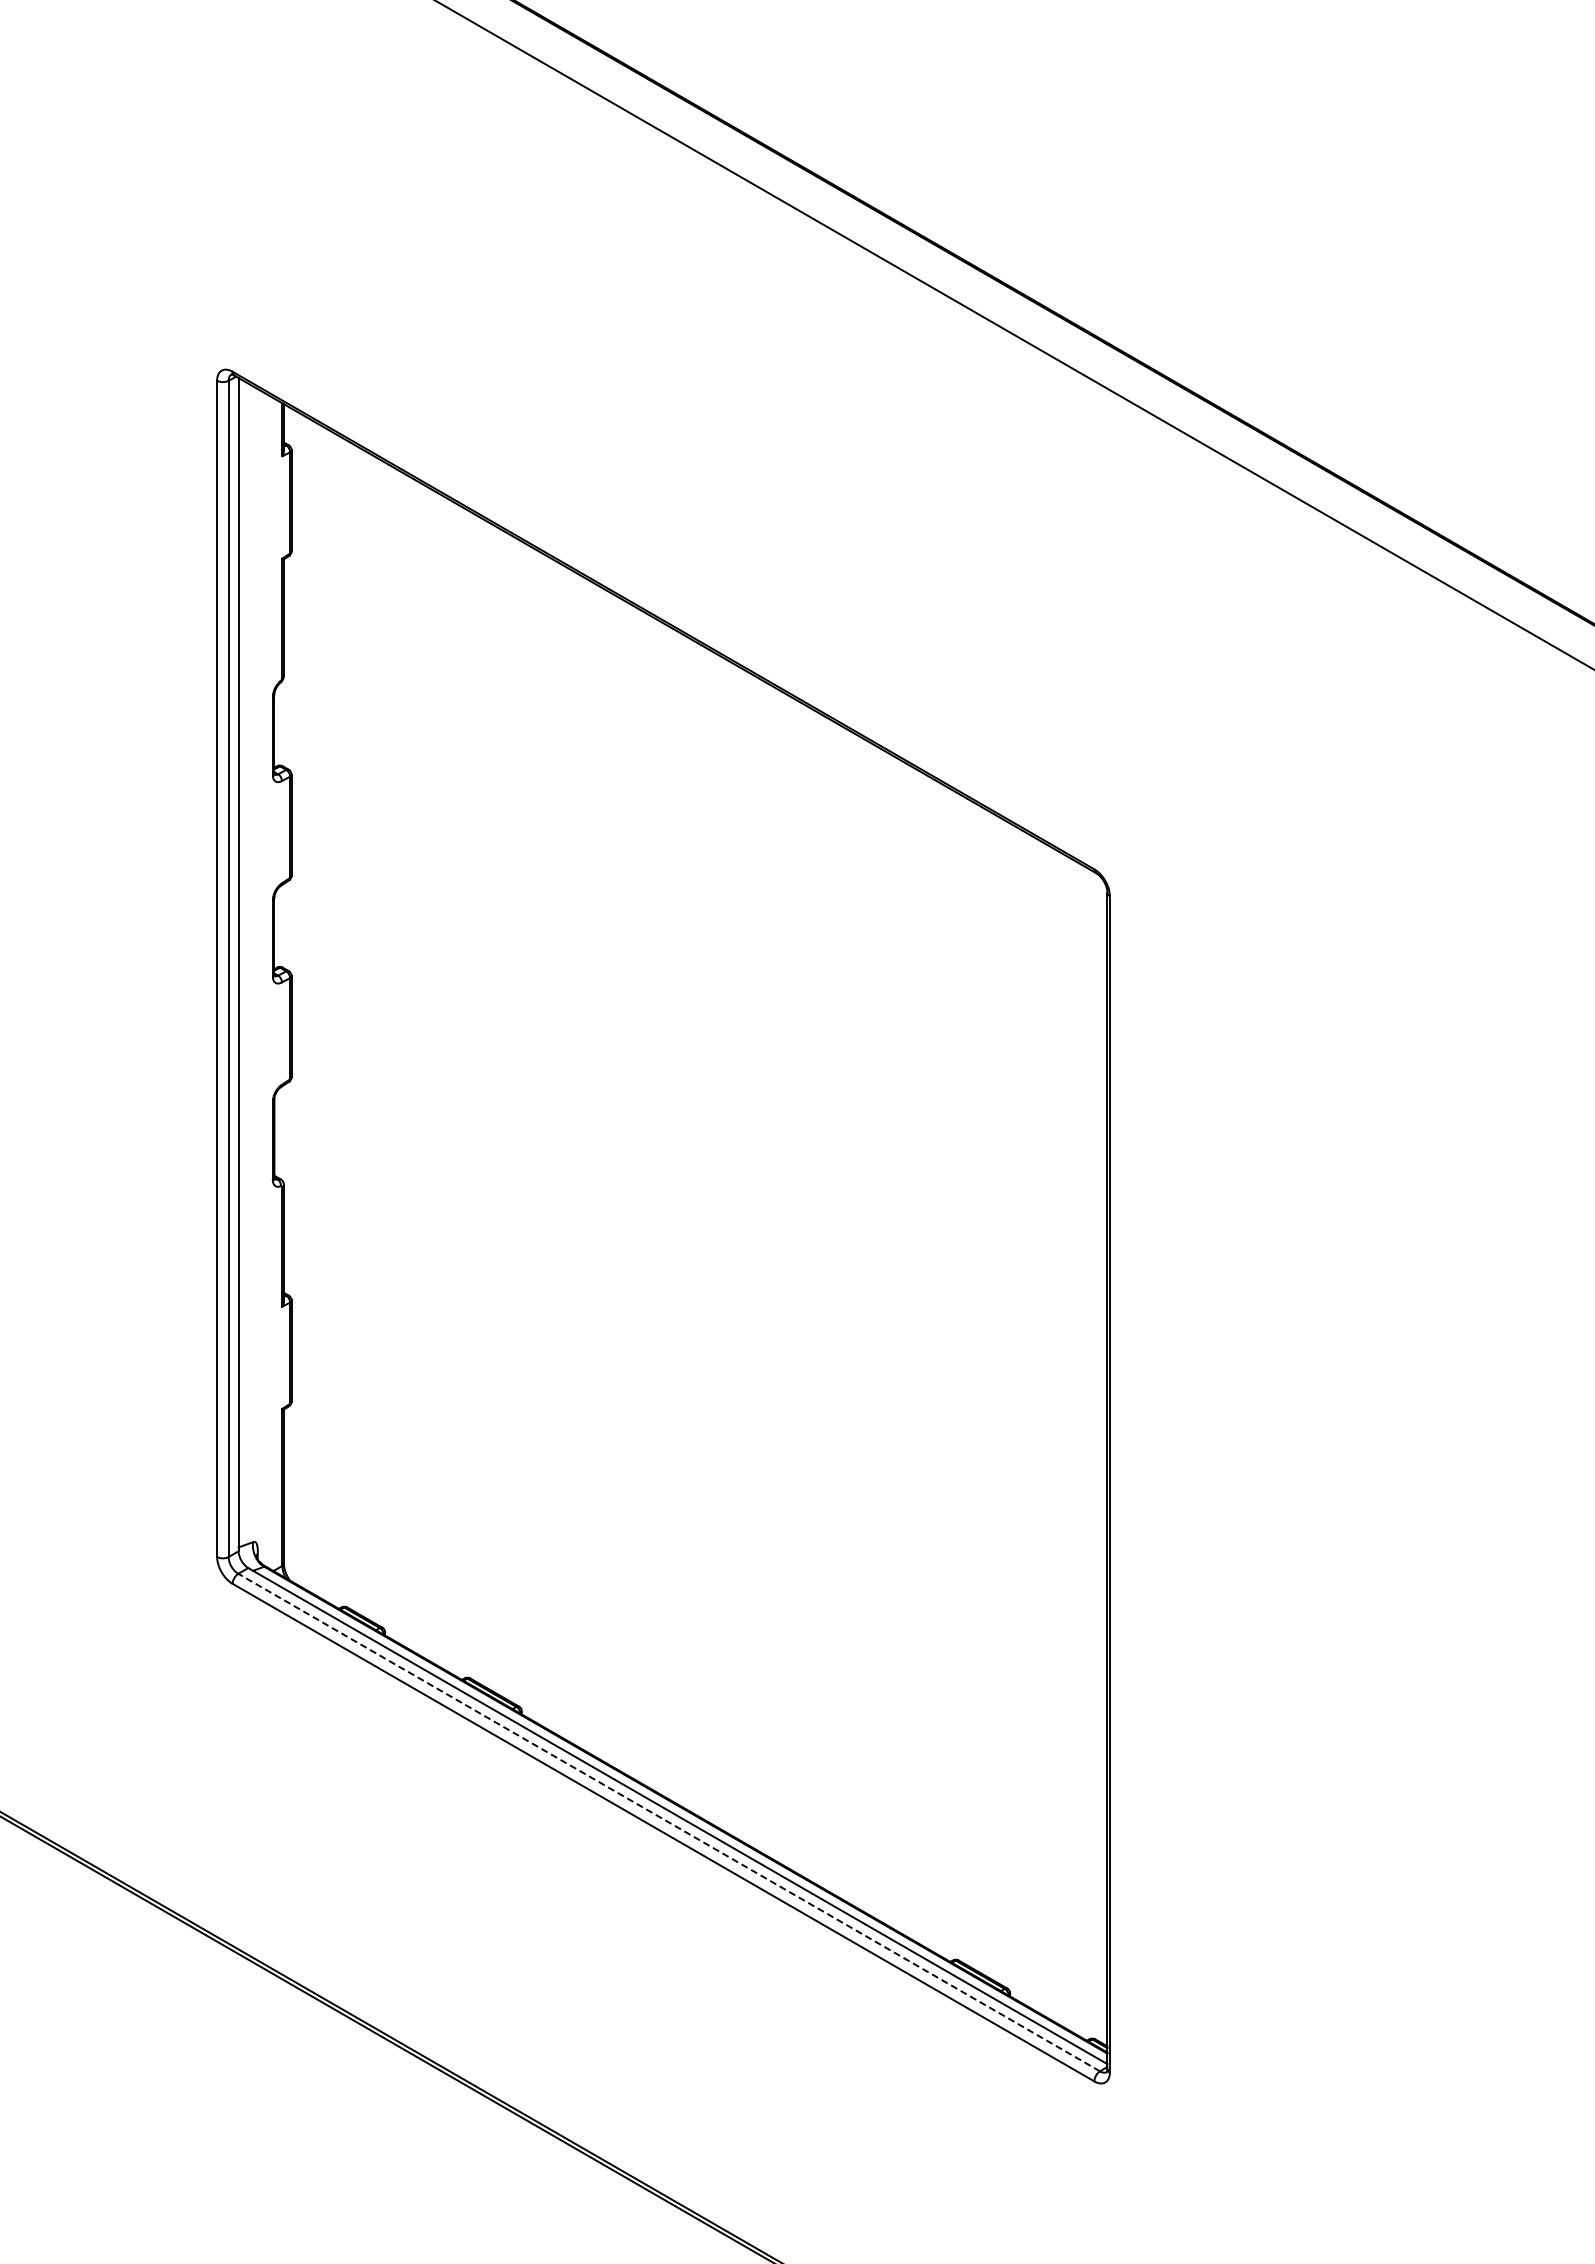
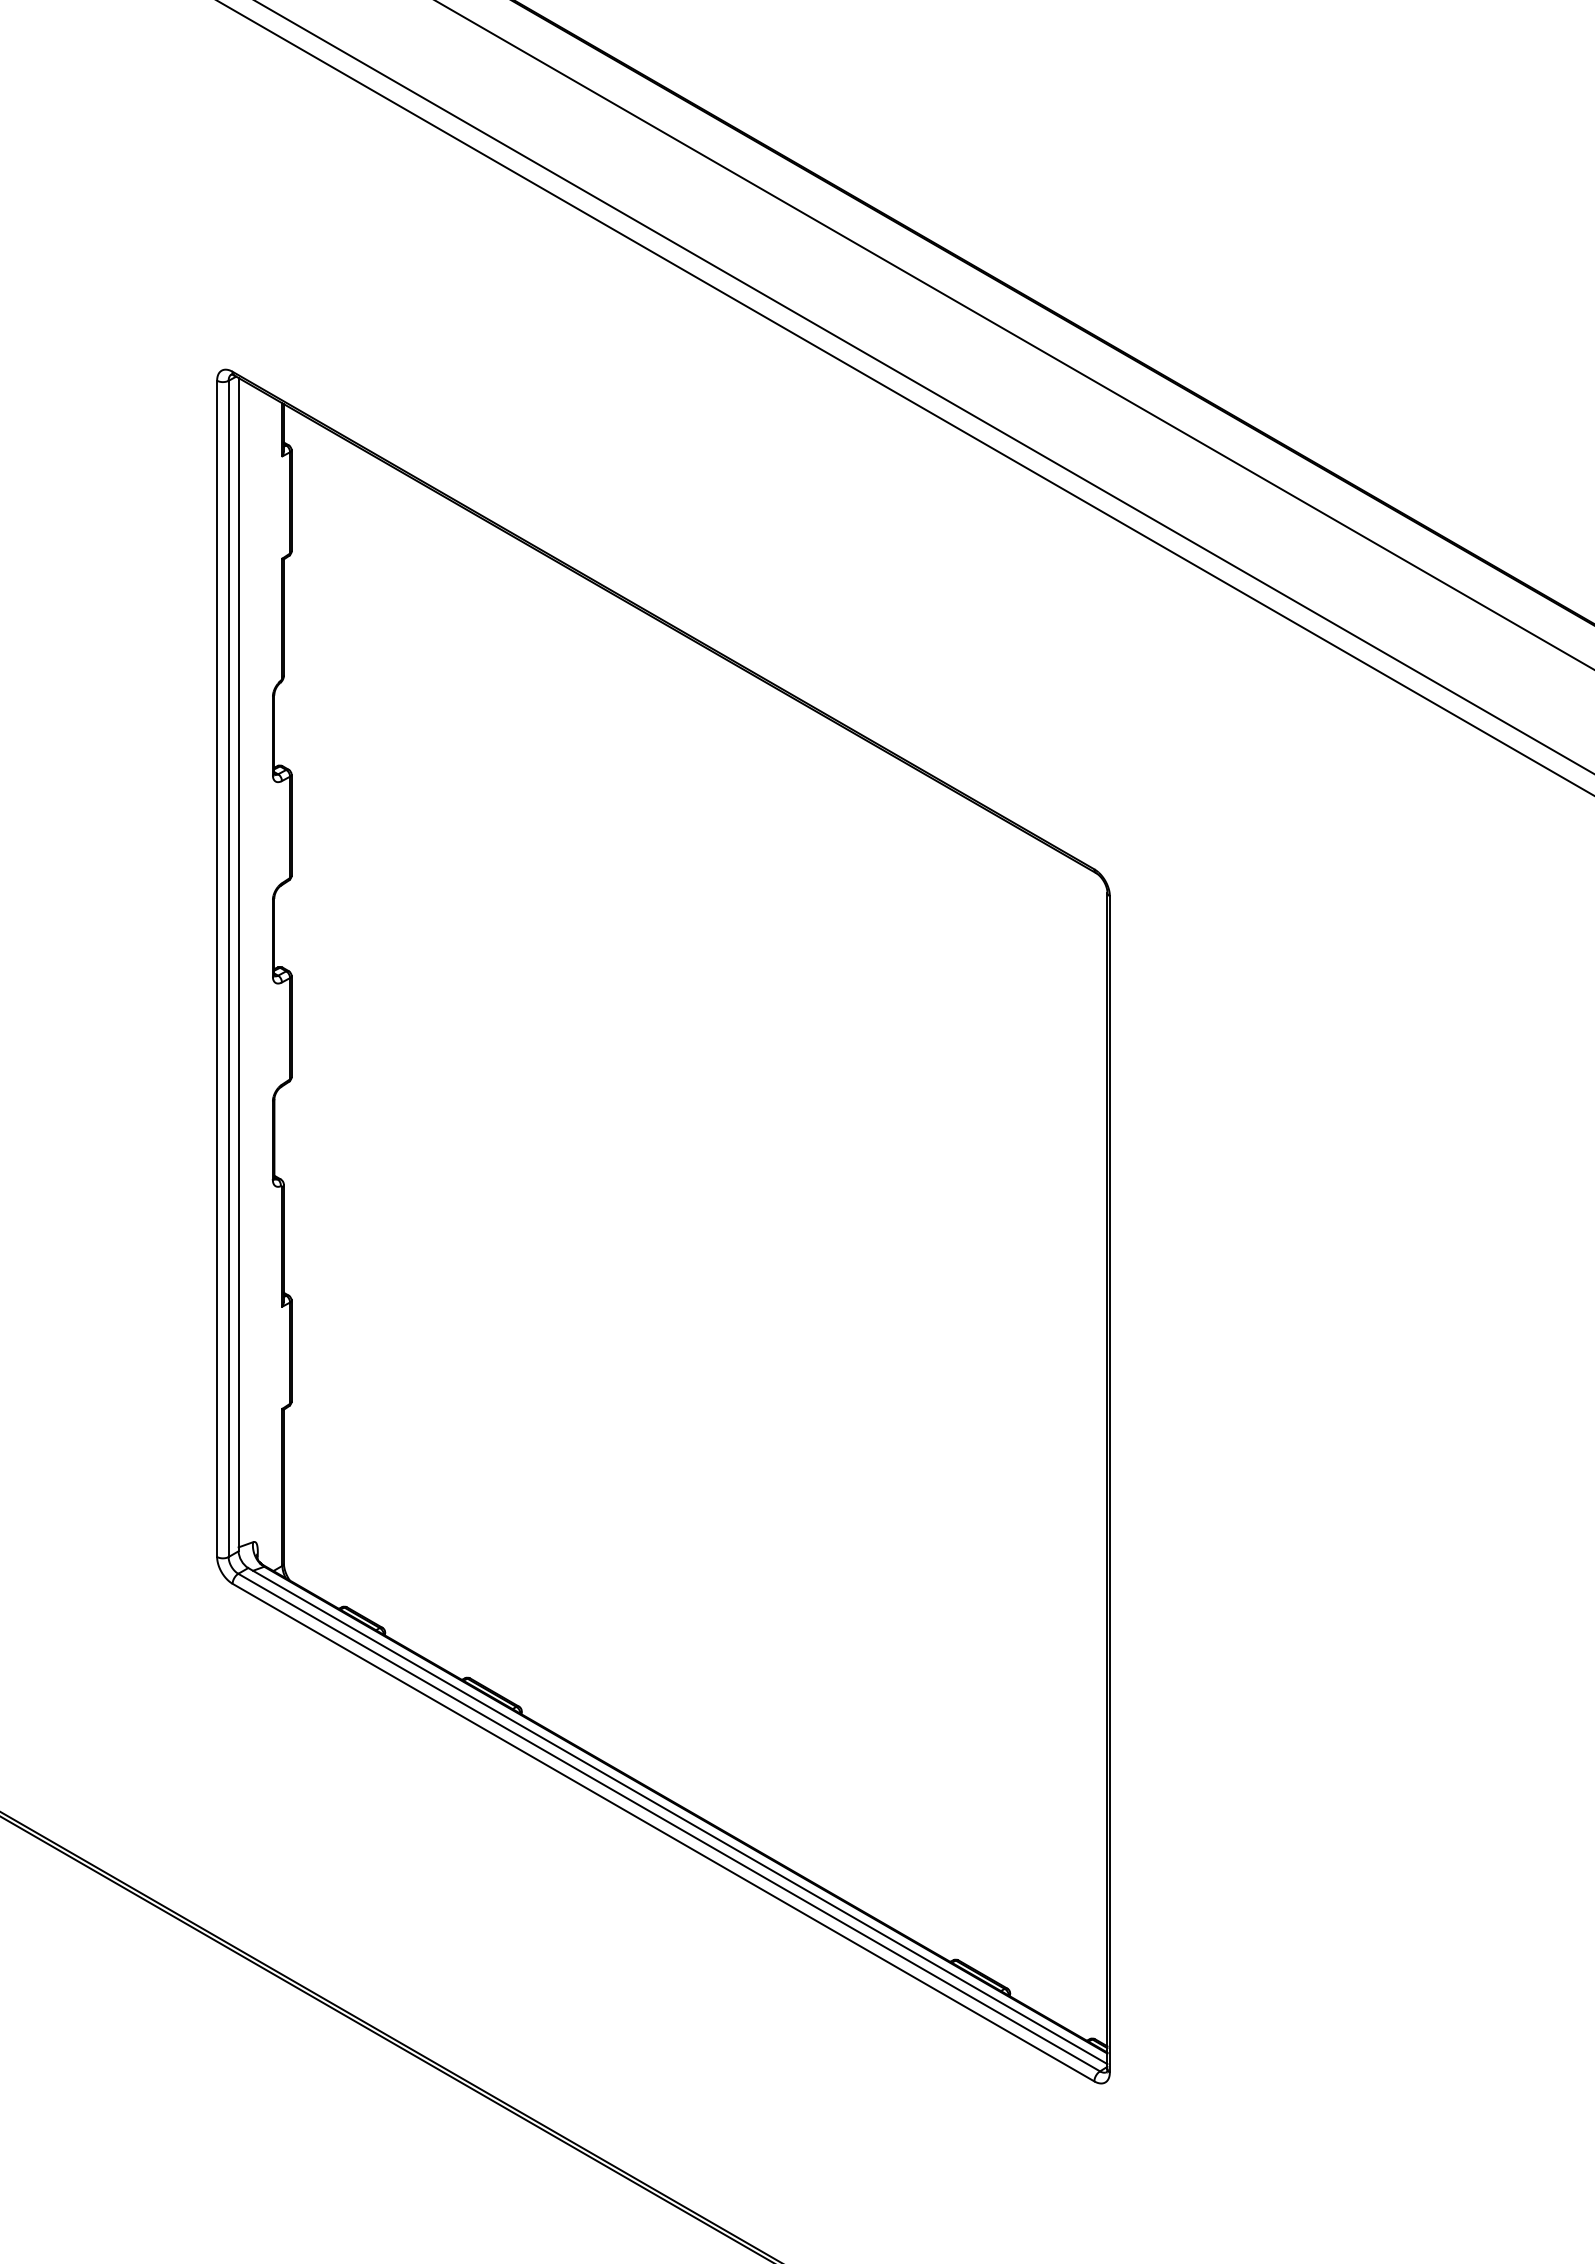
line at (924, 387): none -> present
line at (905, 398): none -> present
line at (669, 1822): dashed -> solid
